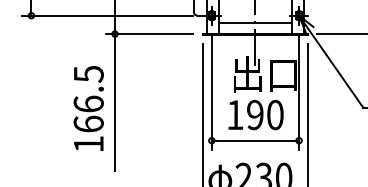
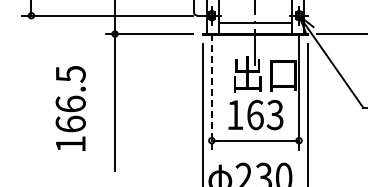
line at (211, 91): solid -> dashed
text at (88, 108) position: (88, 108) -> (70, 108)
text at (265, 114): 190 -> 163
